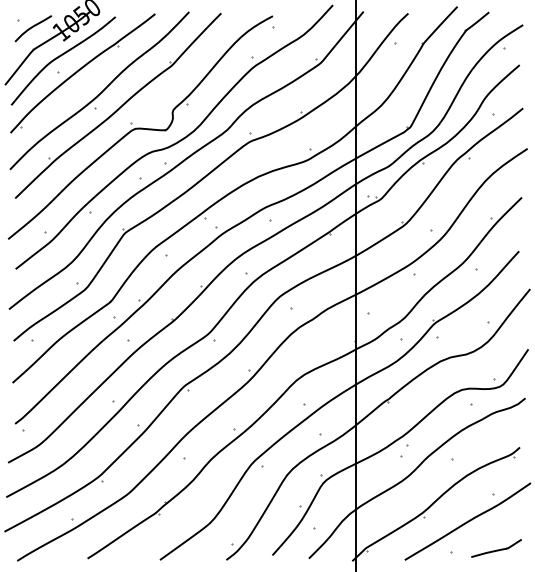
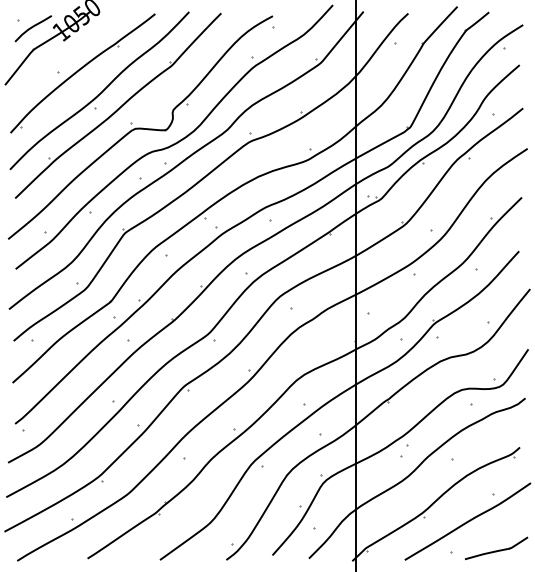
curve at (61, 56): present -> none
part at (496, 548) size: 51x19 px -> 65x25 px
